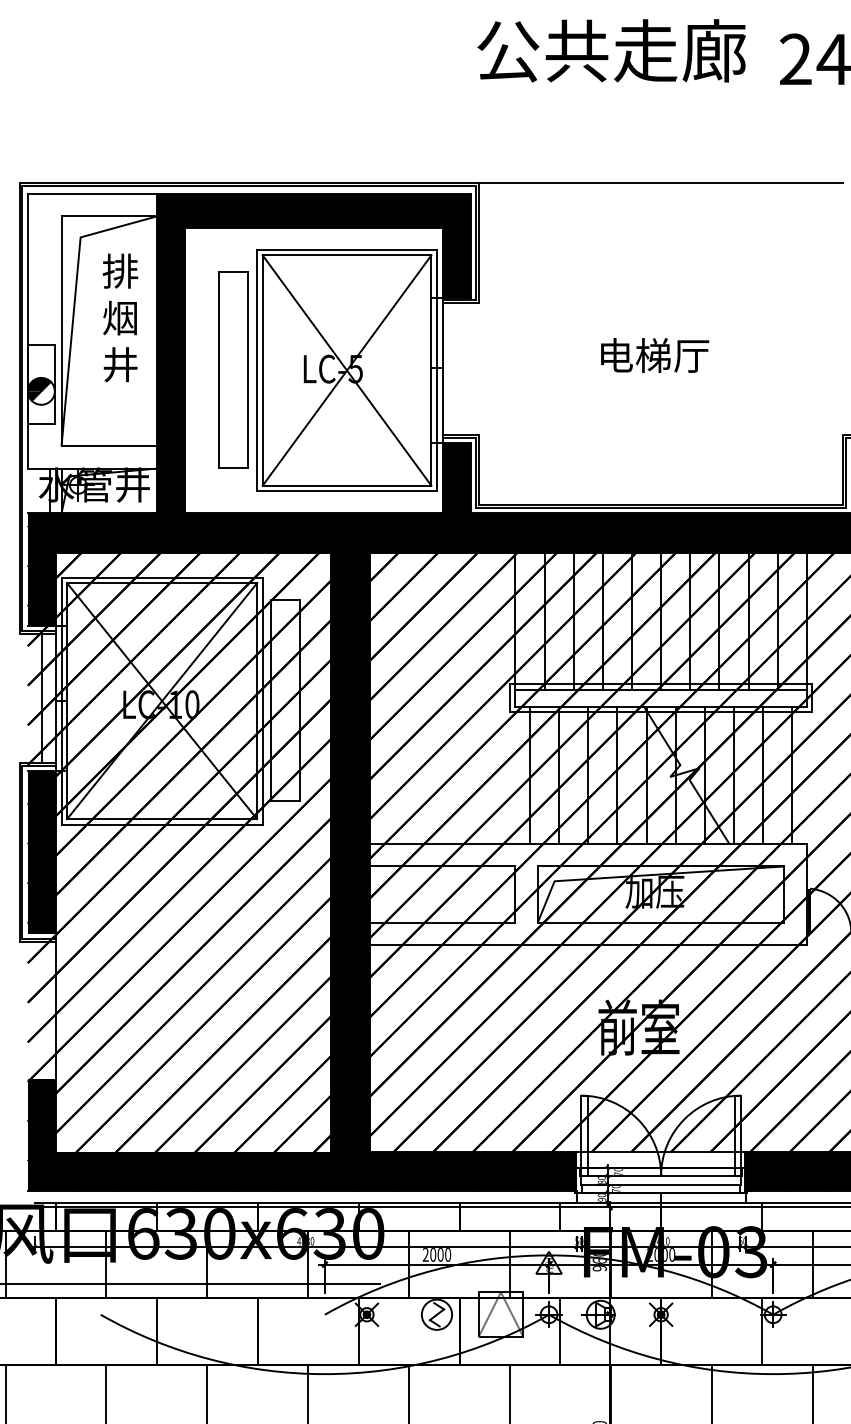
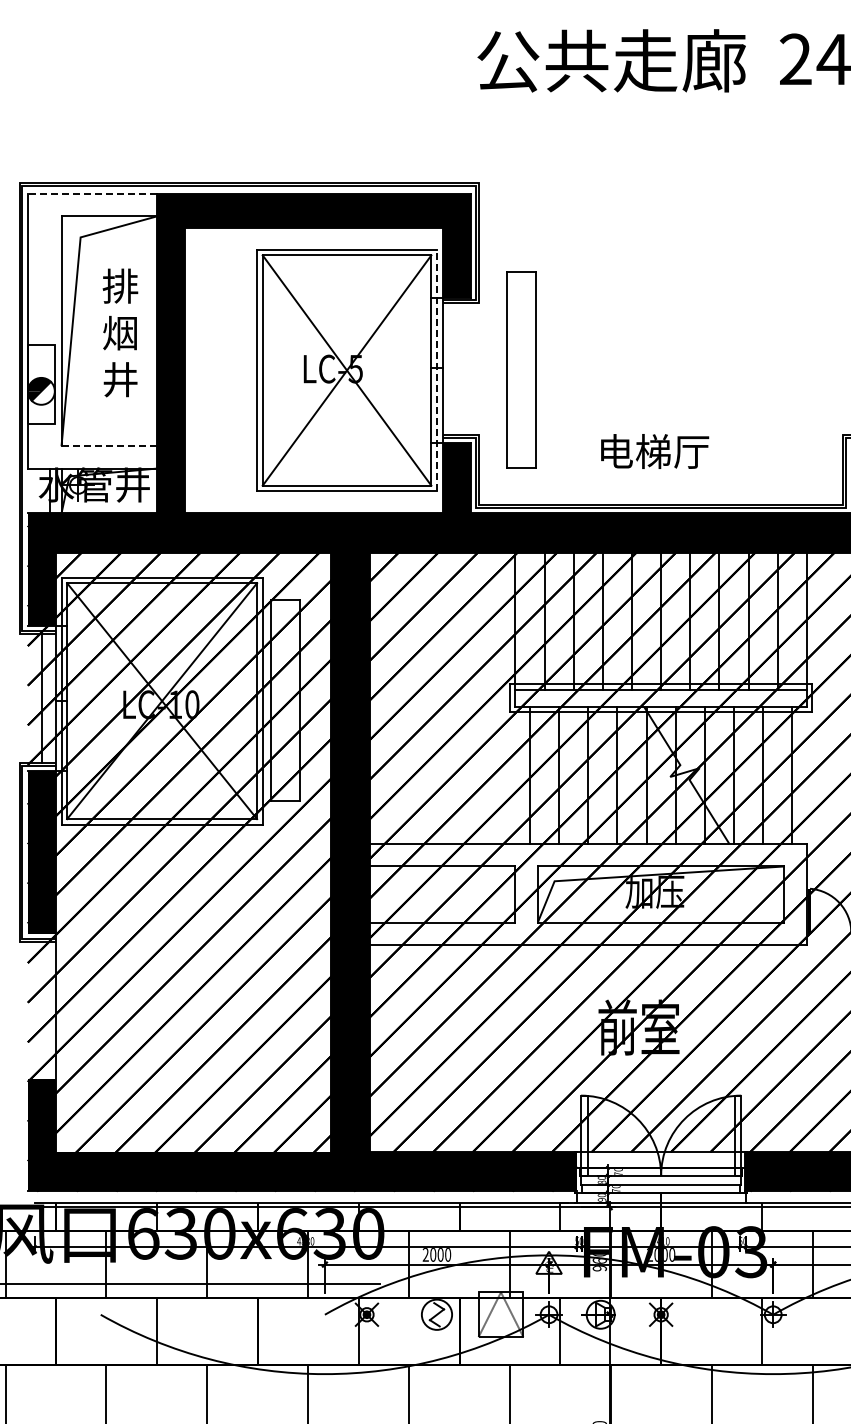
text at (611, 50) position: (611, 50) -> (611, 60)
line at (661, 182): present -> none
line at (91, 194): solid -> dashed
text at (120, 317) position: (120, 317) -> (120, 332)
text at (655, 355) position: (655, 355) -> (655, 451)
part at (233, 369) position: (233, 369) -> (521, 369)
line at (436, 370): solid -> dashed
line at (109, 446): solid -> dashed
